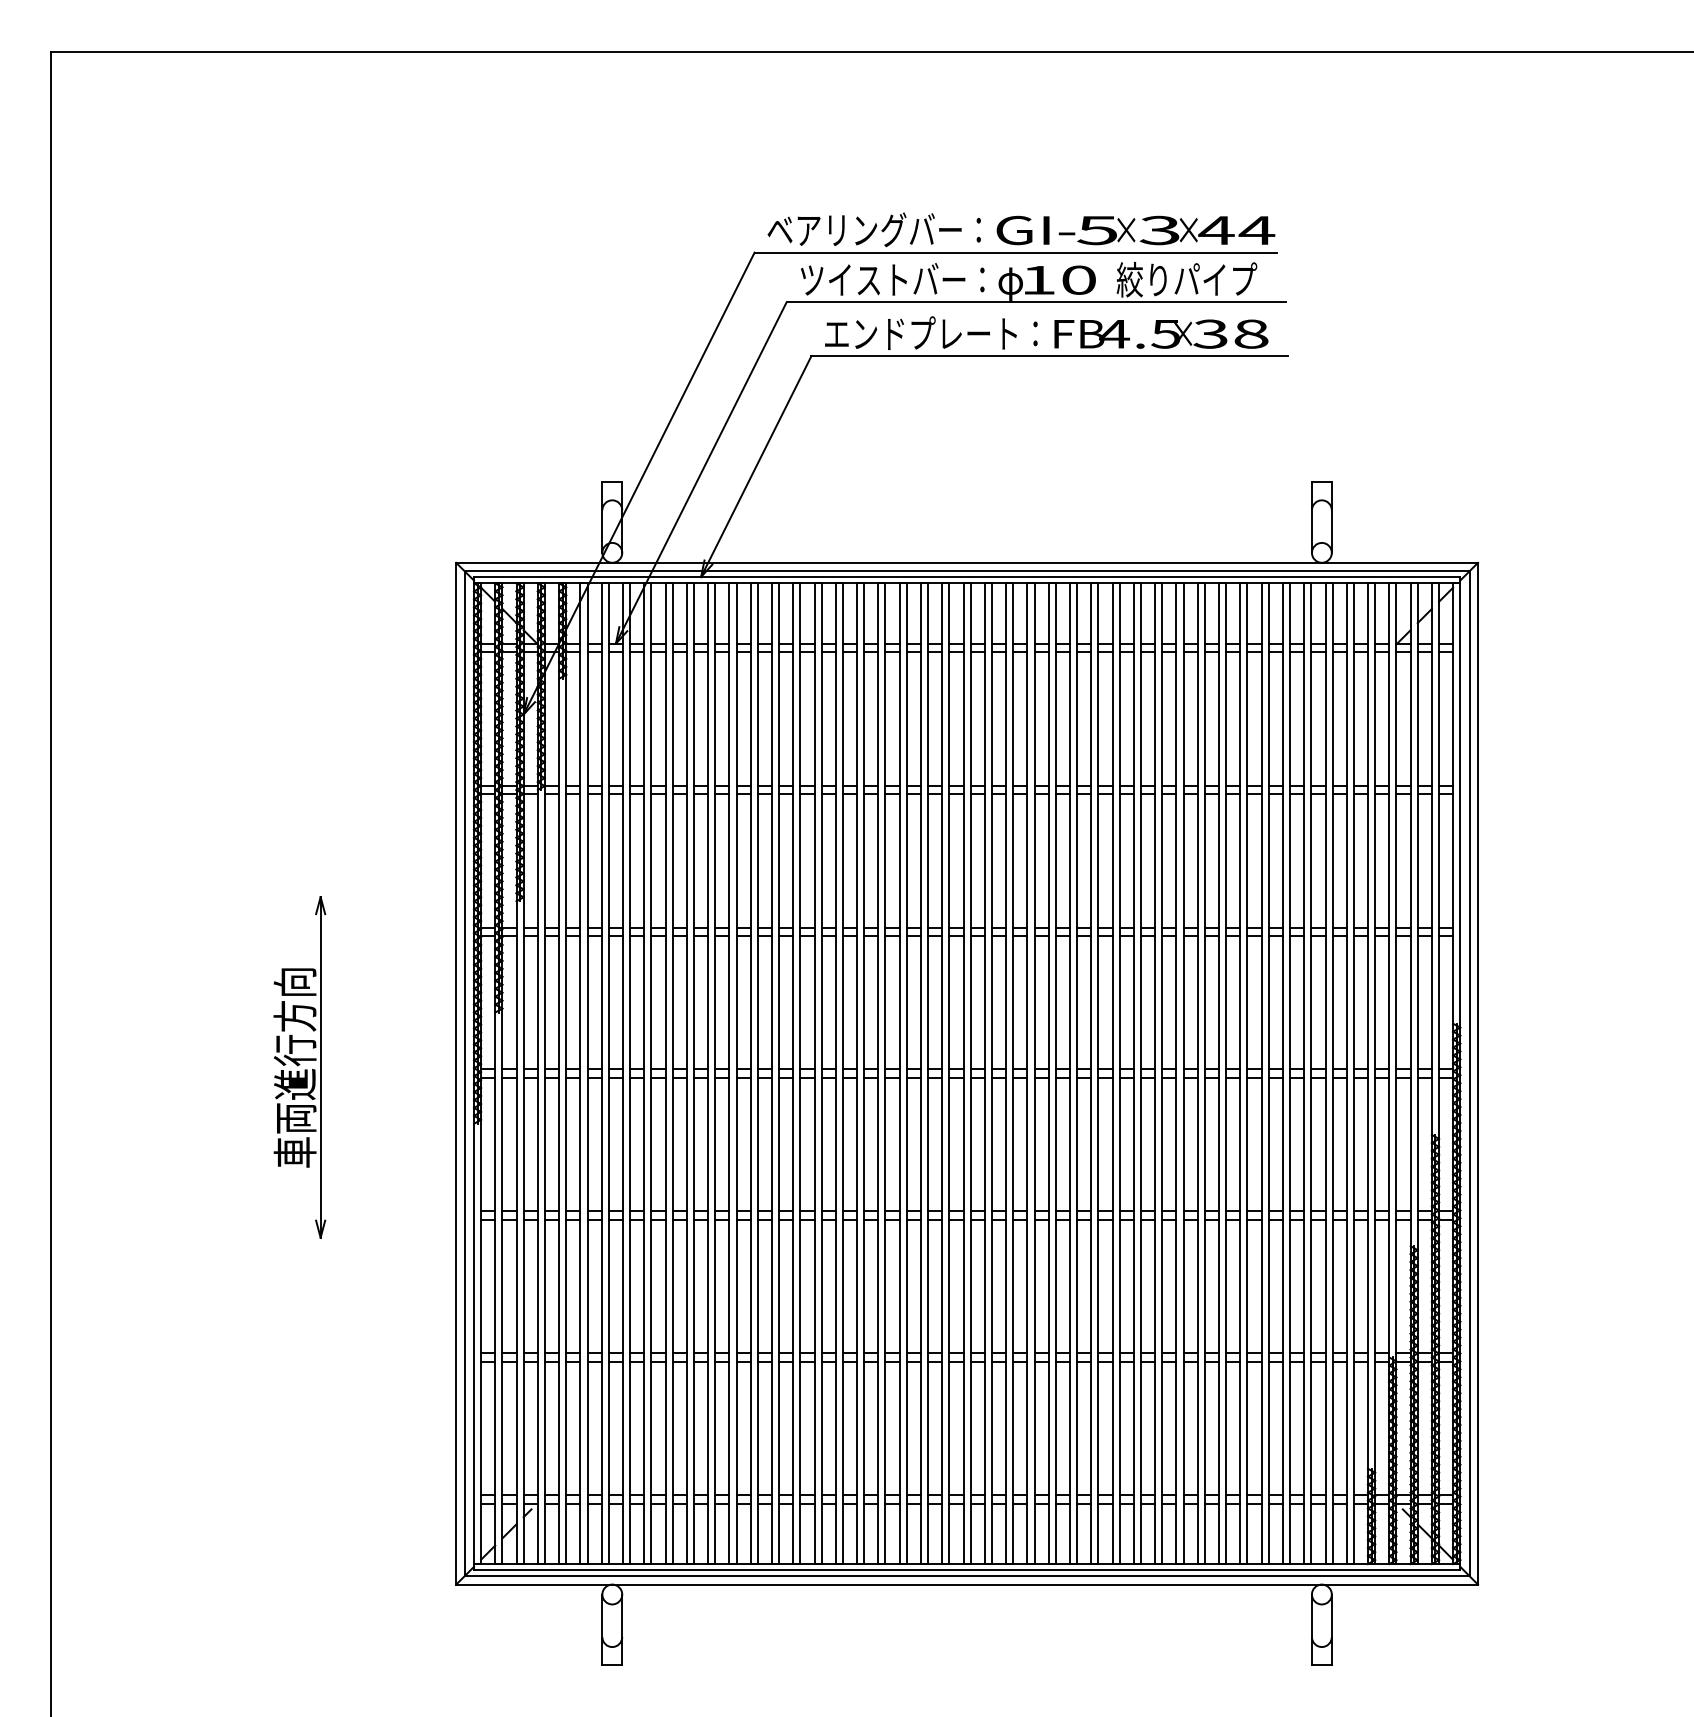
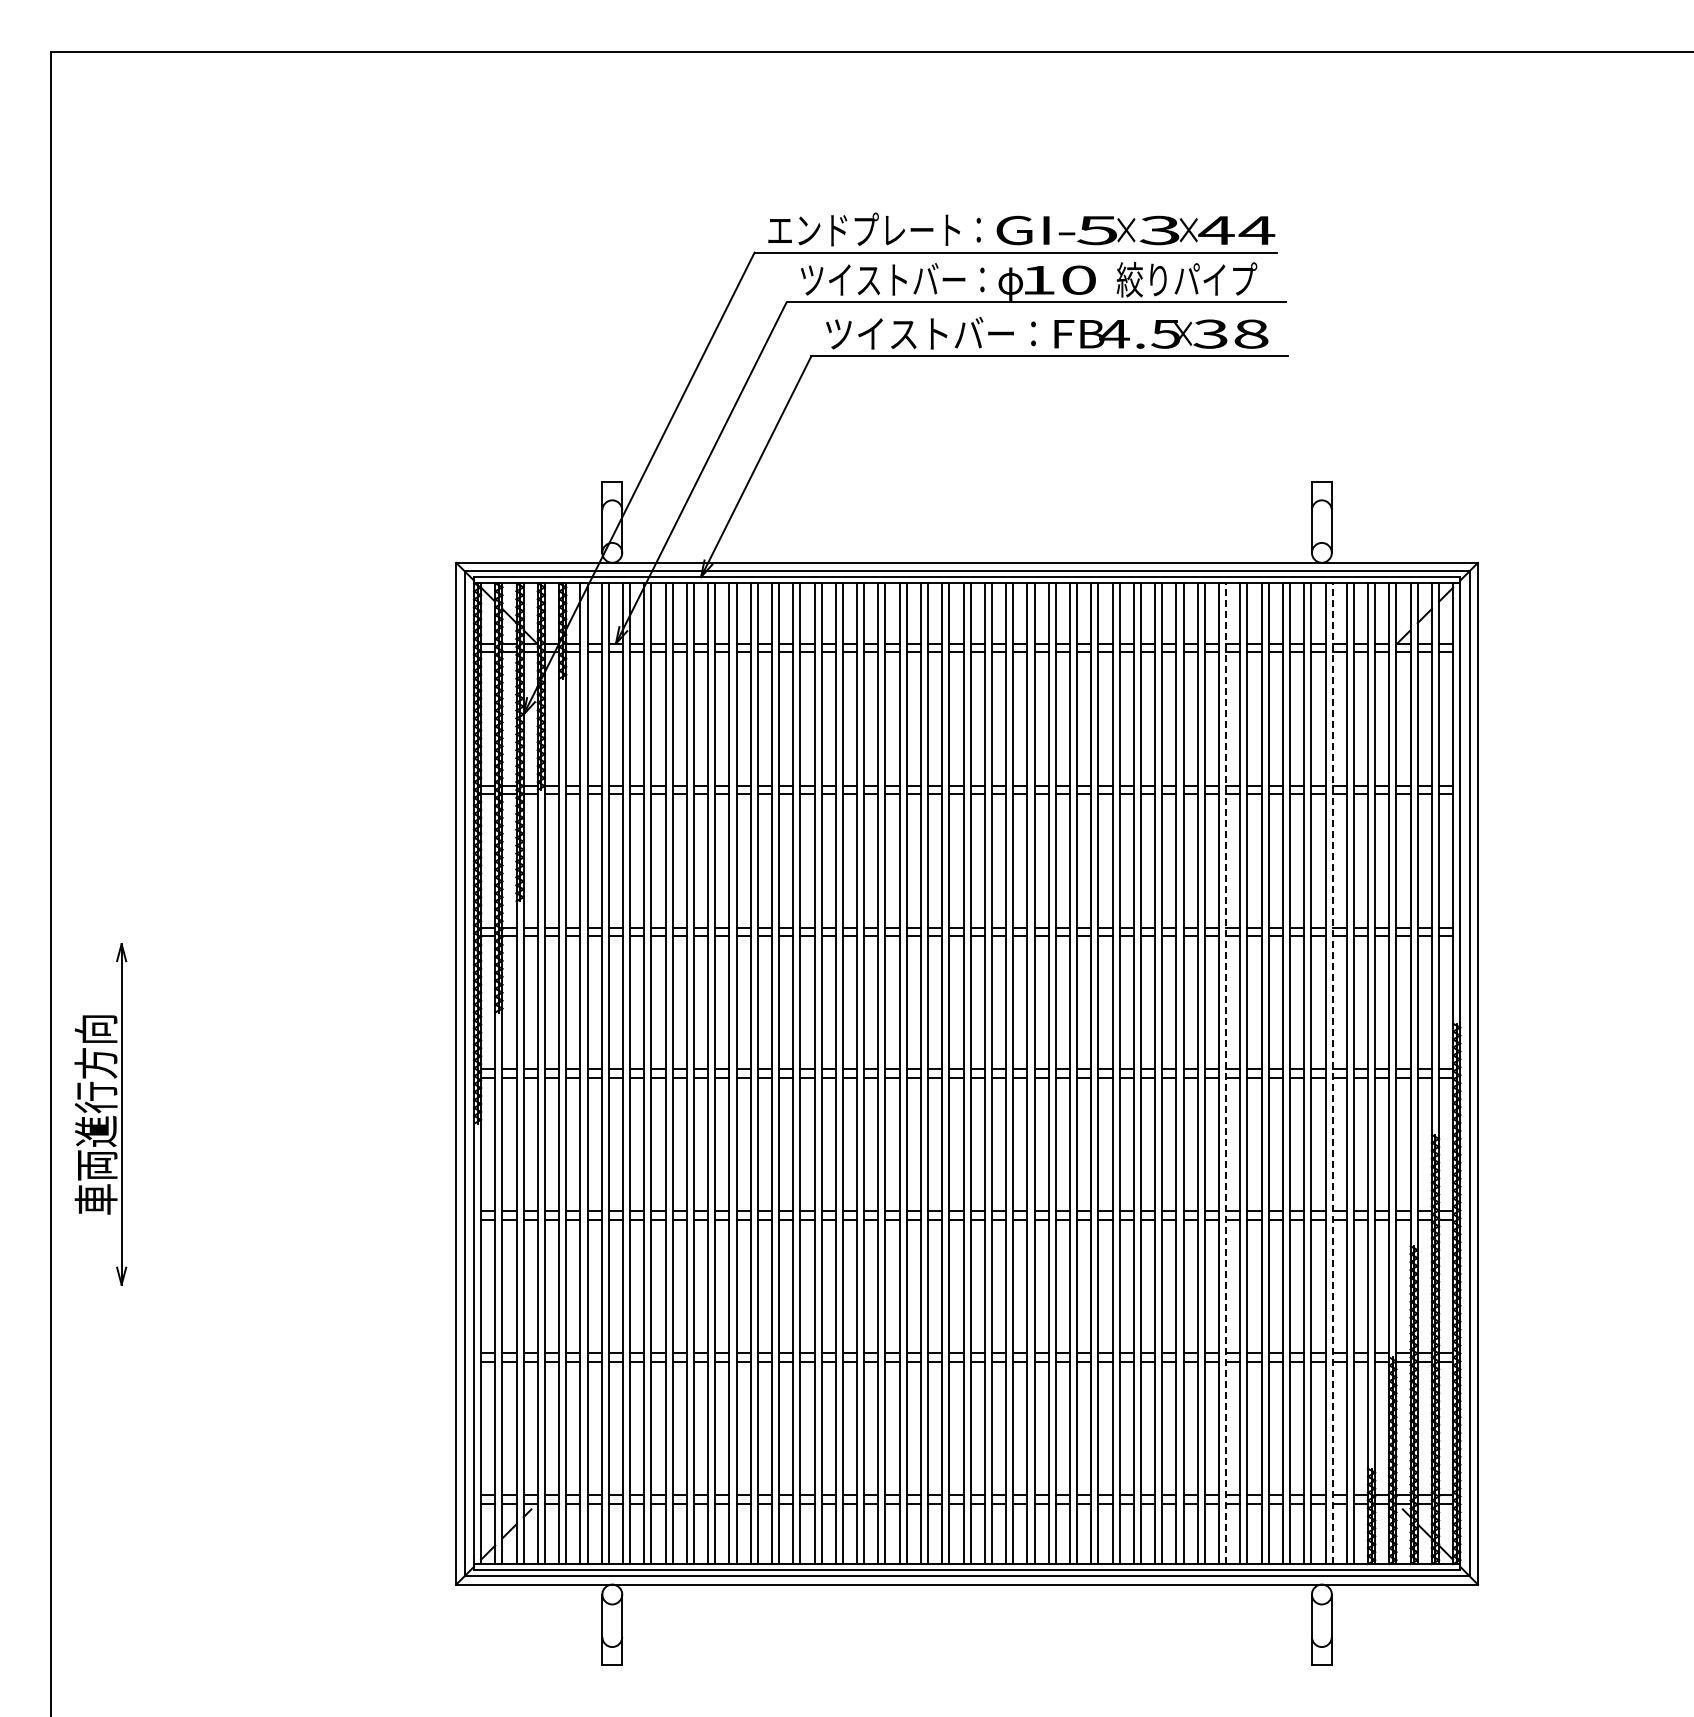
text at (864, 229): ベアリングバー： -> エンドプレート：
text at (931, 332): エンドプレート： -> ツイストバー：
part at (299, 1067) position: (299, 1067) -> (100, 1114)
line at (1226, 1073): solid -> dashed
line at (1332, 1073): solid -> dashed
